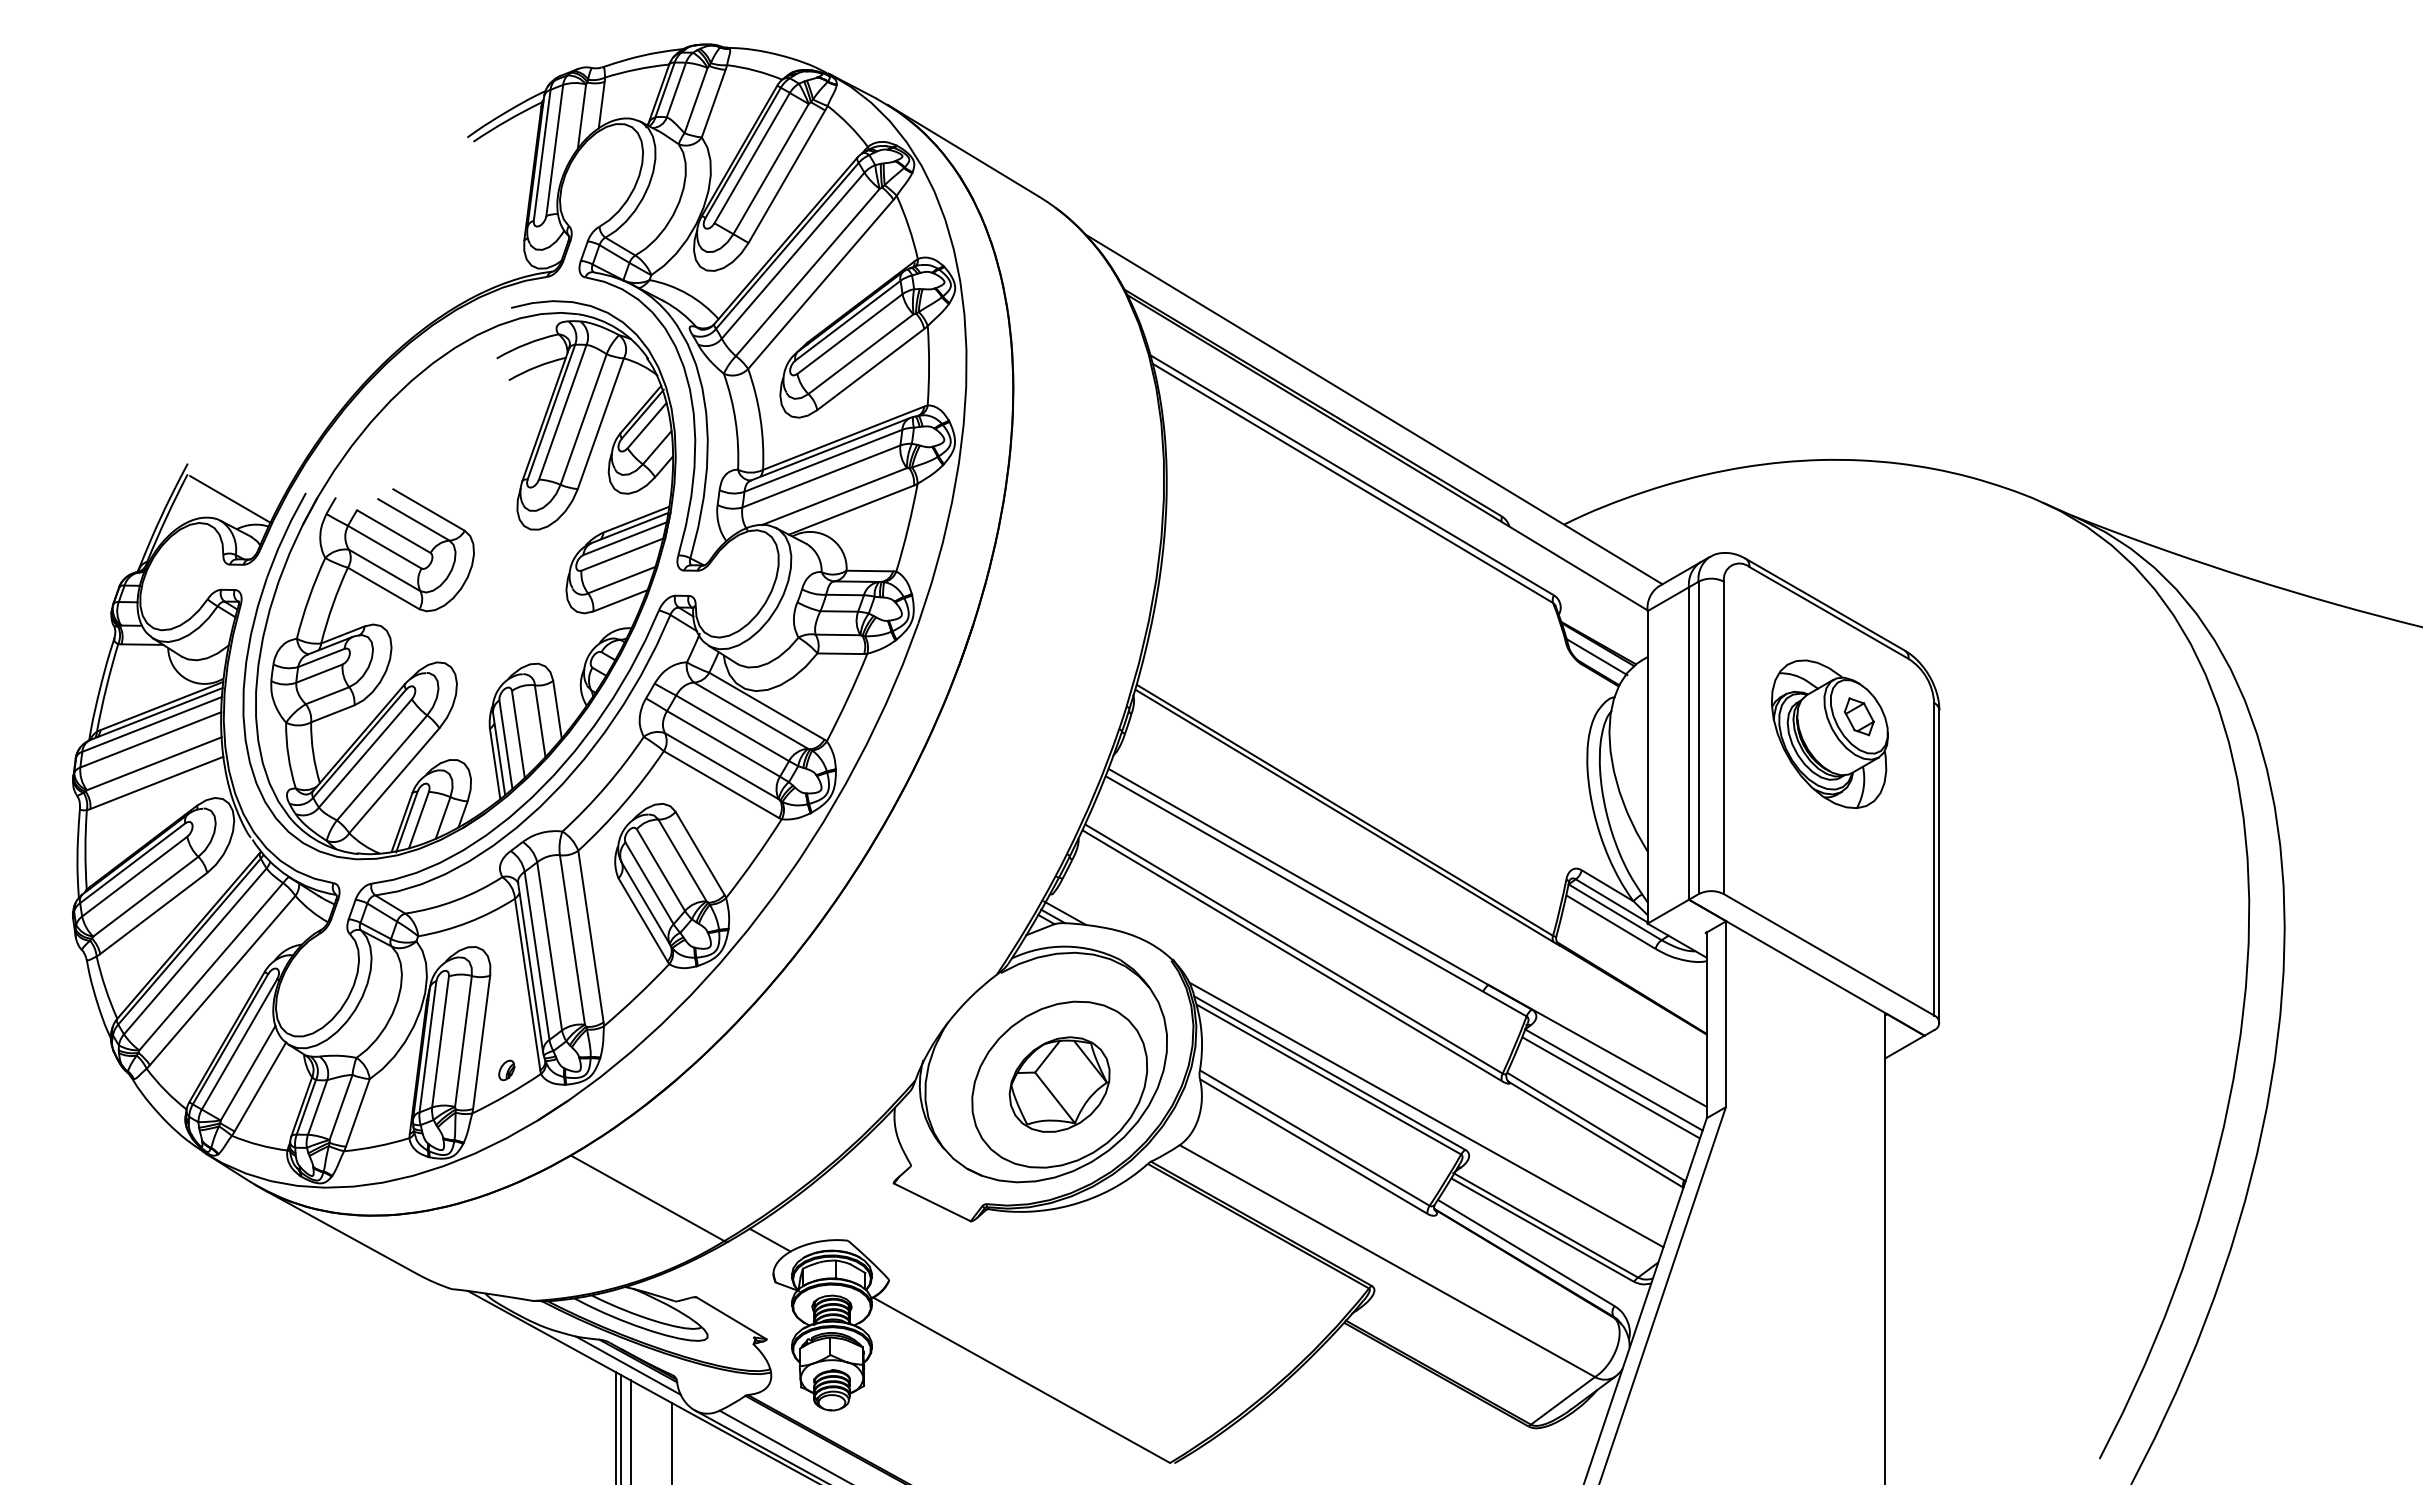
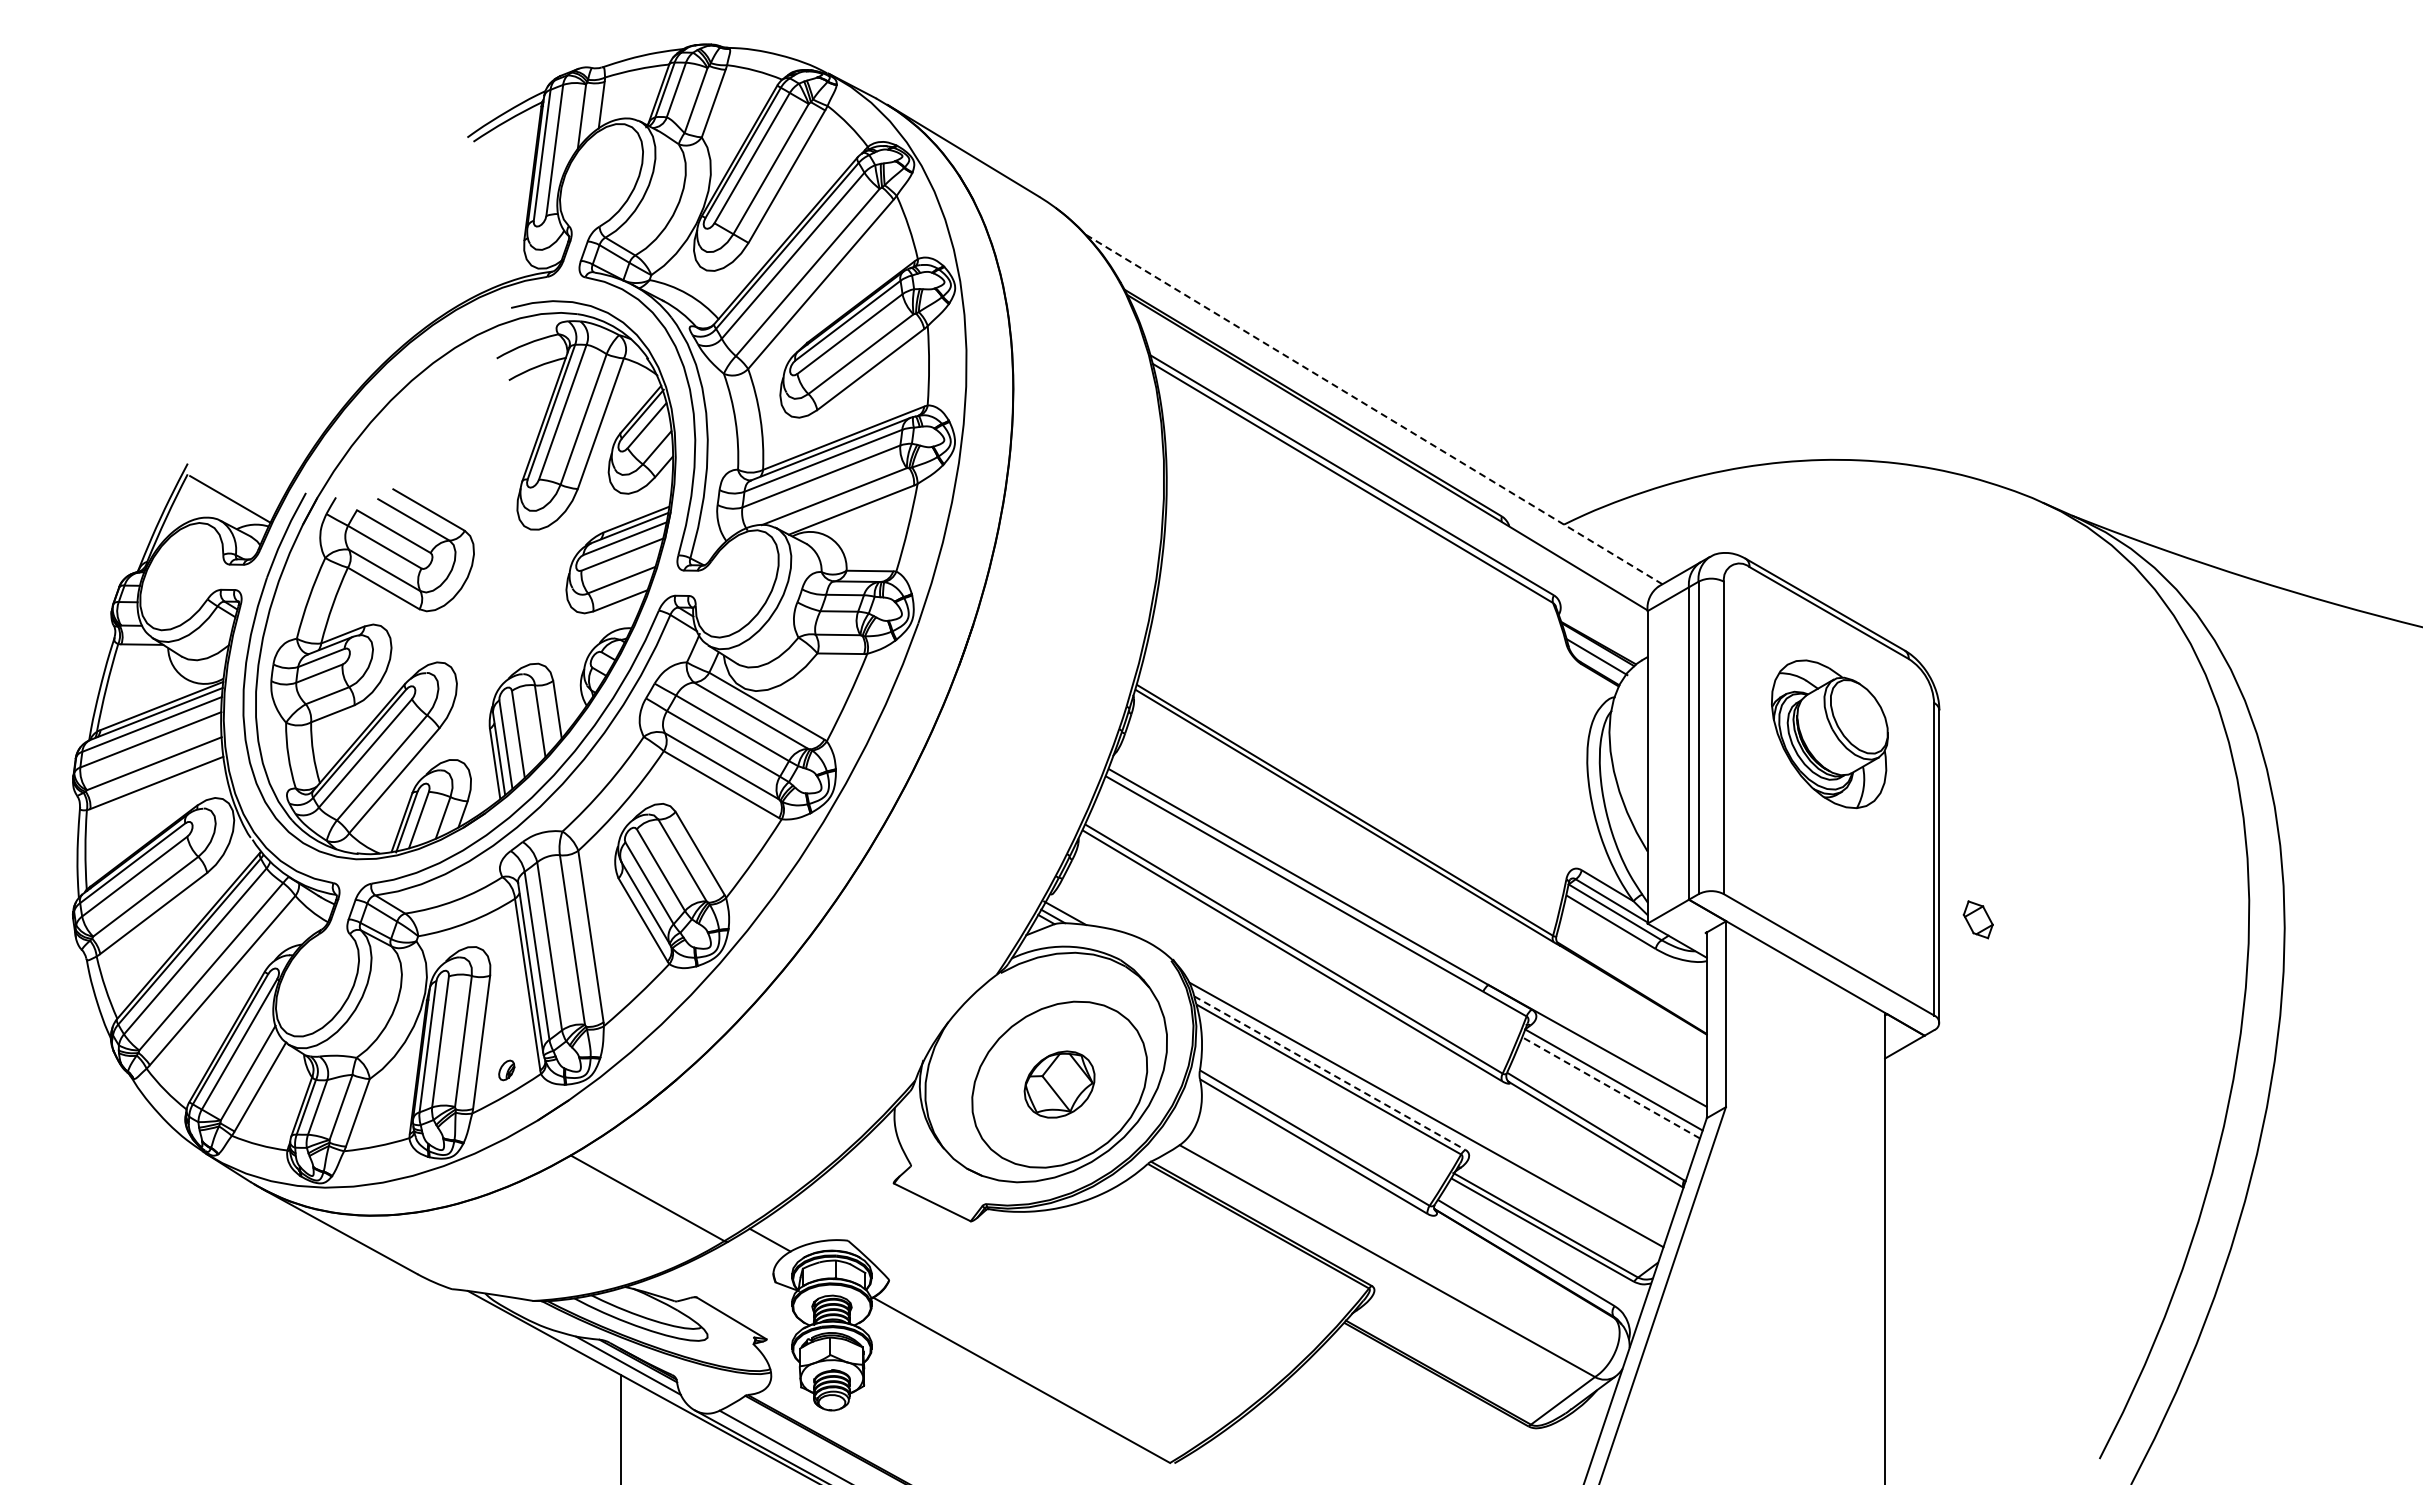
line at (1373, 409): solid -> dashed
part at (1858, 716) position: (1858, 716) -> (1977, 919)
line at (1329, 1073): solid -> dashed
part at (1059, 1084) size: 103x97 px -> 73x69 px
line at (1612, 1088): solid -> dashed
line at (615, 1426): present -> none
line at (630, 1430): present -> none
line at (672, 1442): present -> none
